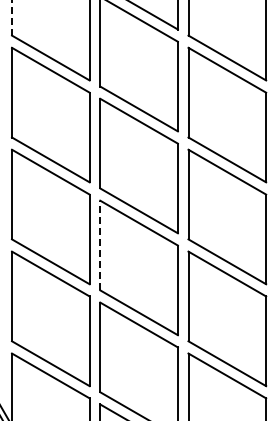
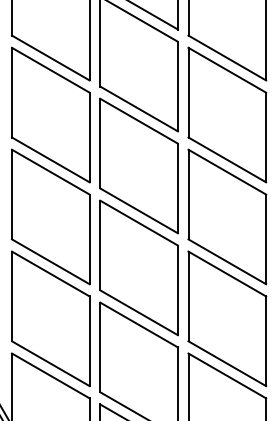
line at (12, 17): dashed -> solid
line at (100, 245): dashed -> solid
